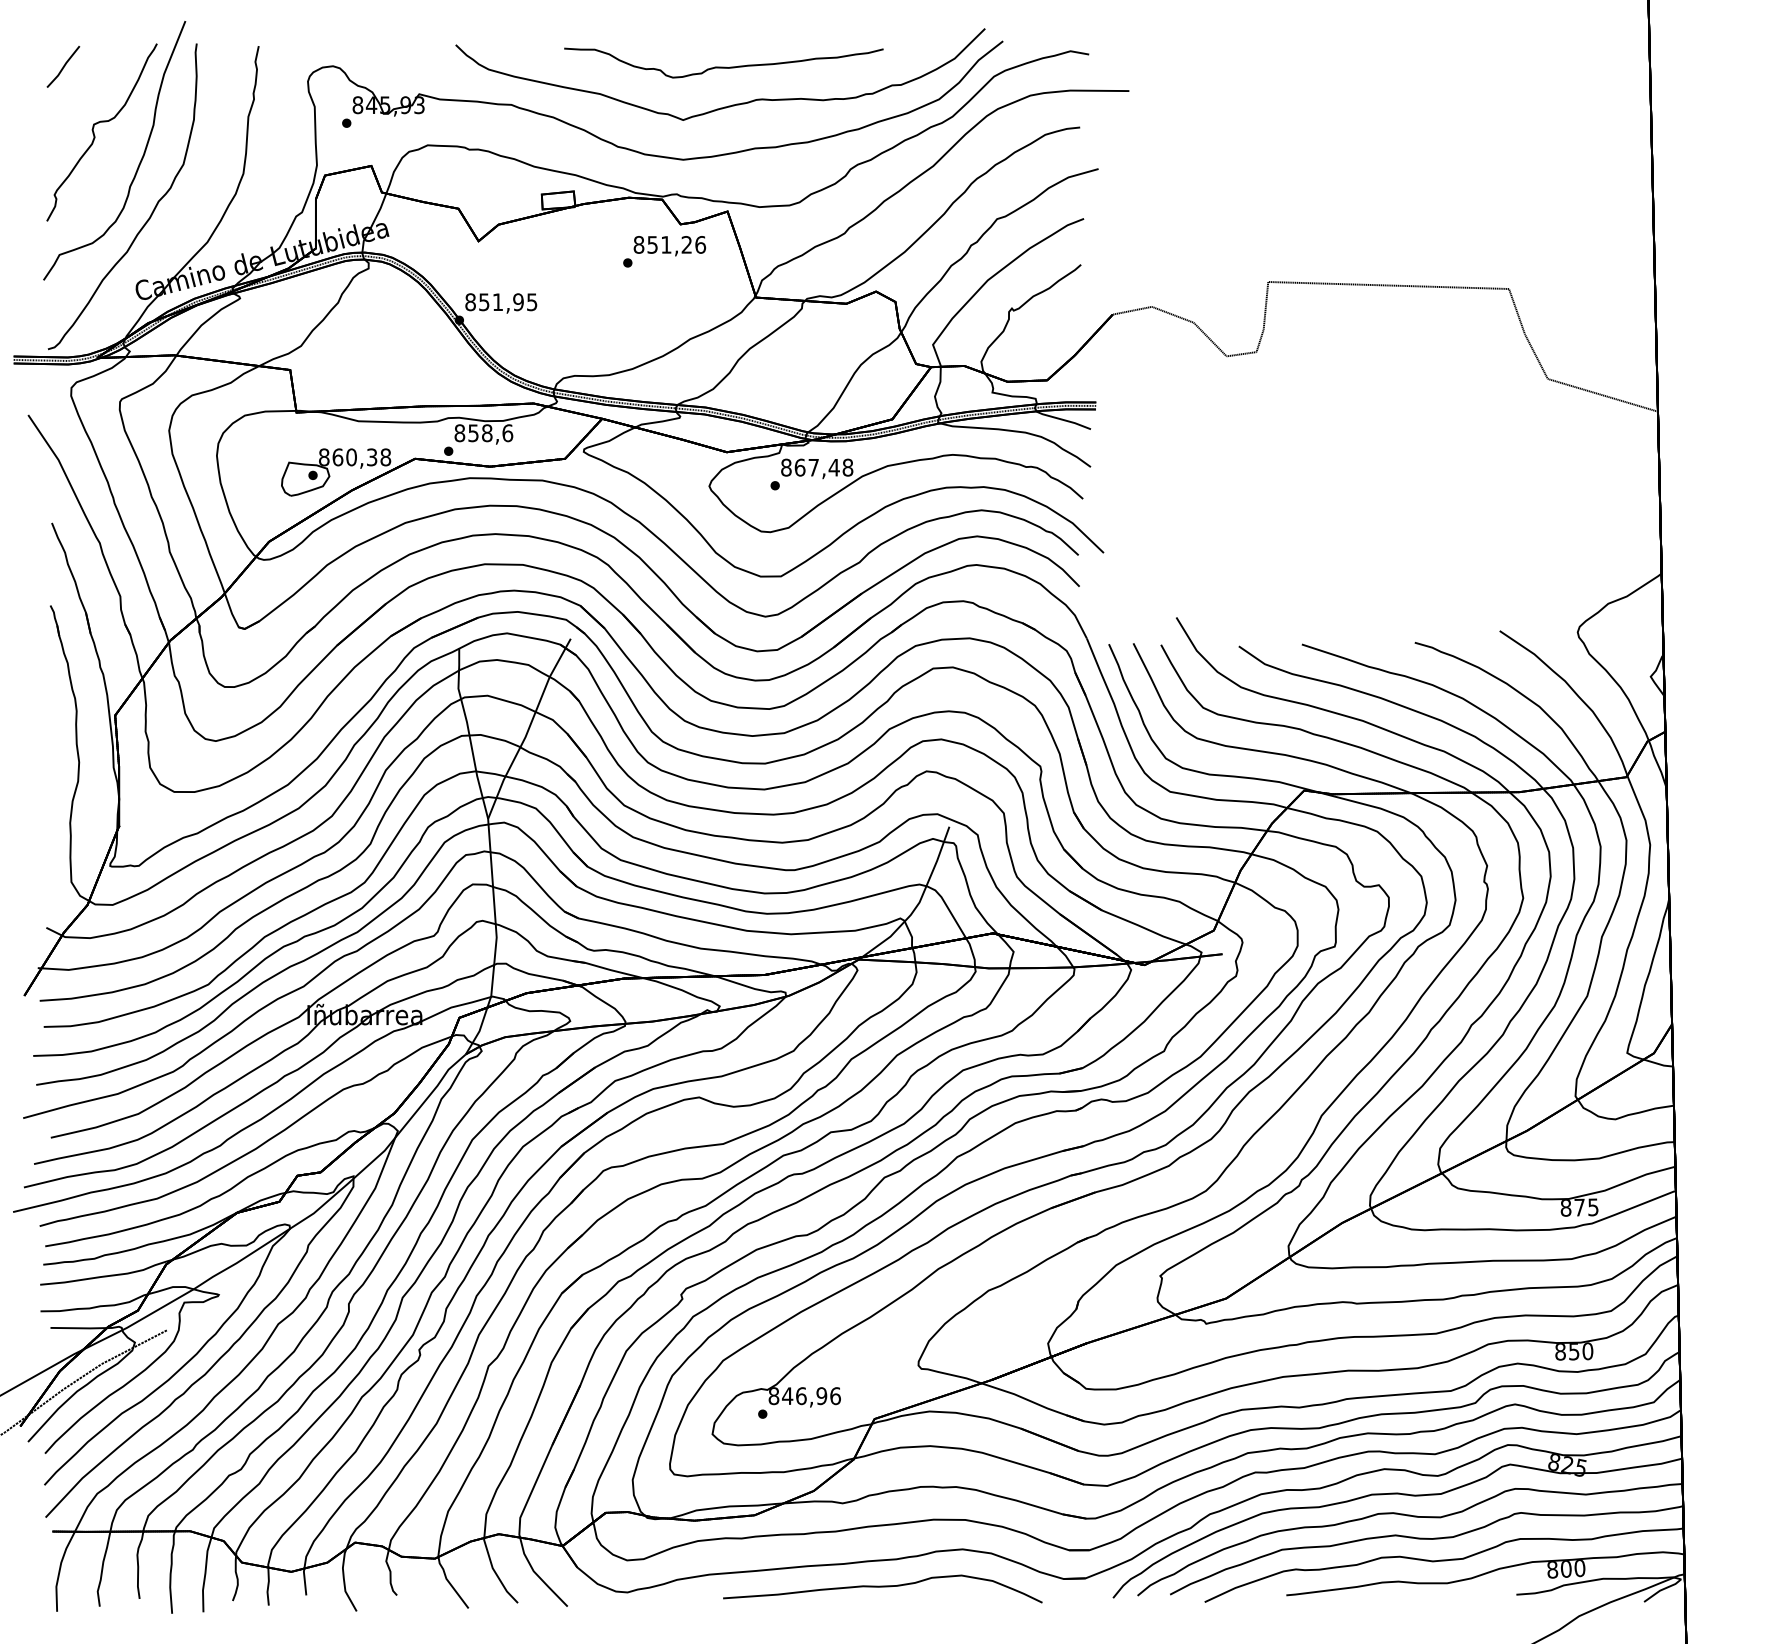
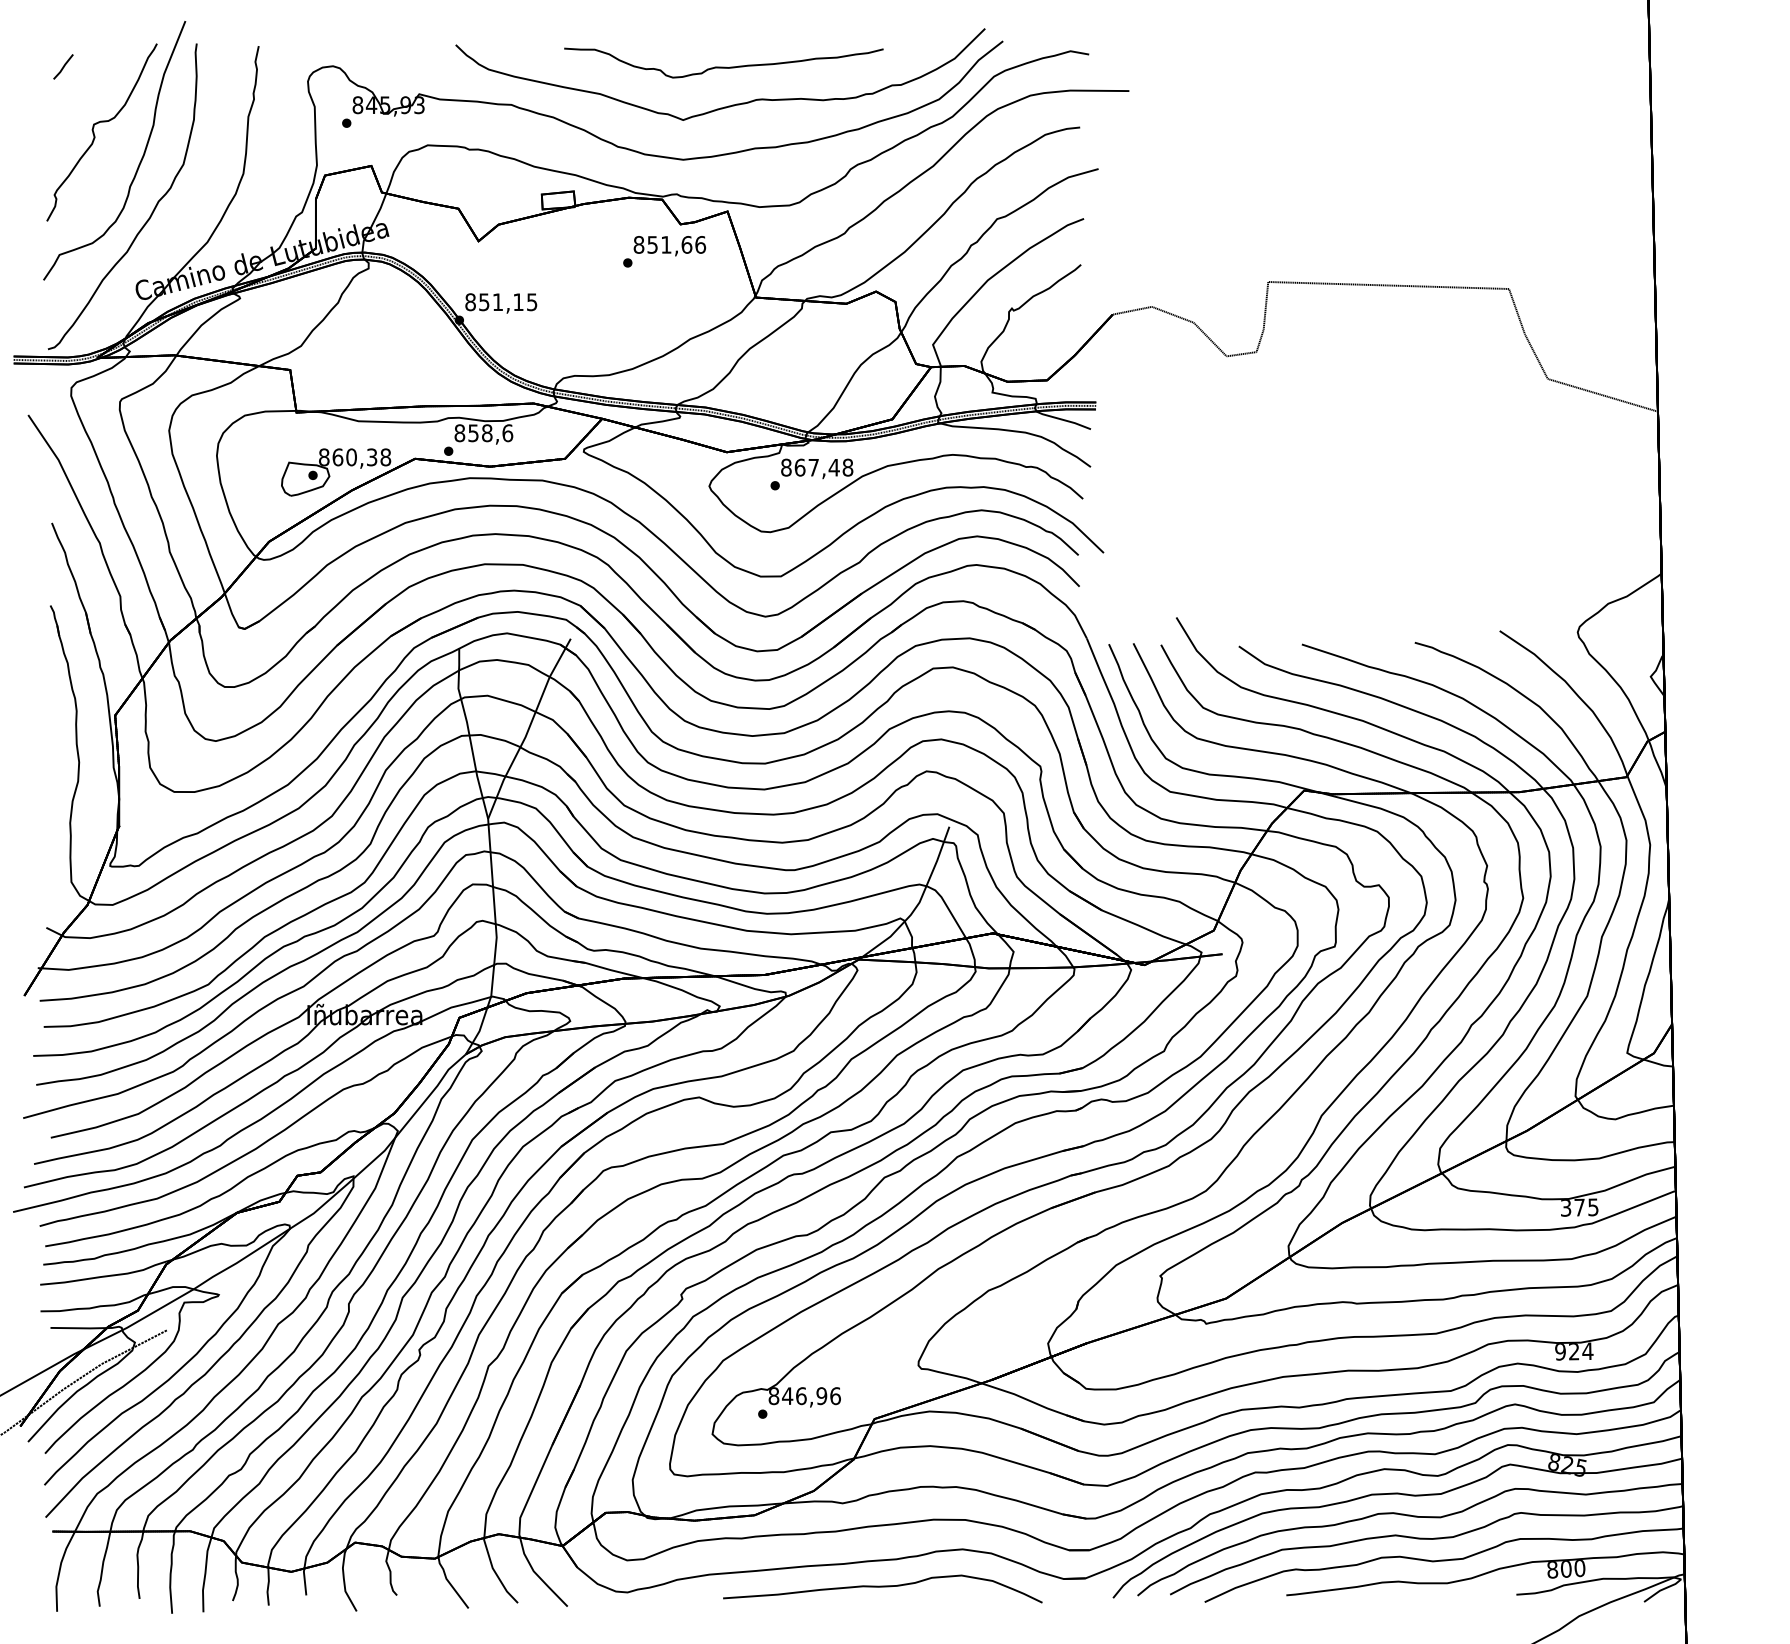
part at (63, 66) size: 35x42 px -> 21x26 px
text at (686, 244): 851,26 -> 851,66
text at (518, 302): 851,95 -> 851,15
text at (1565, 1208): 875 -> 375
text at (1574, 1351): 850 -> 924
